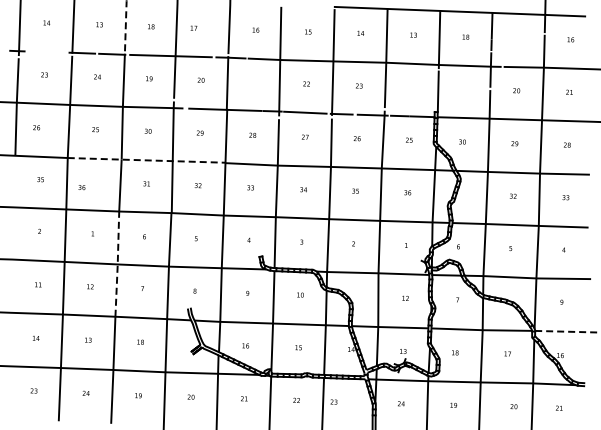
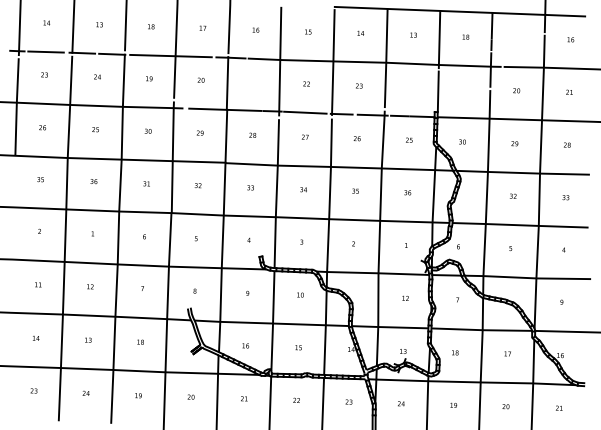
line at (125, 25): dashed -> solid
text at (193, 27) position: (193, 27) -> (202, 27)
line at (45, 51): none -> present
text at (36, 127) position: (36, 127) -> (42, 127)
line at (146, 160): dashed -> solid
text at (81, 187) position: (81, 187) -> (93, 181)
line at (117, 264): dashed -> solid
line at (568, 331): dashed -> solid
text at (333, 401) position: (333, 401) -> (348, 401)
text at (513, 406) position: (513, 406) -> (505, 406)
